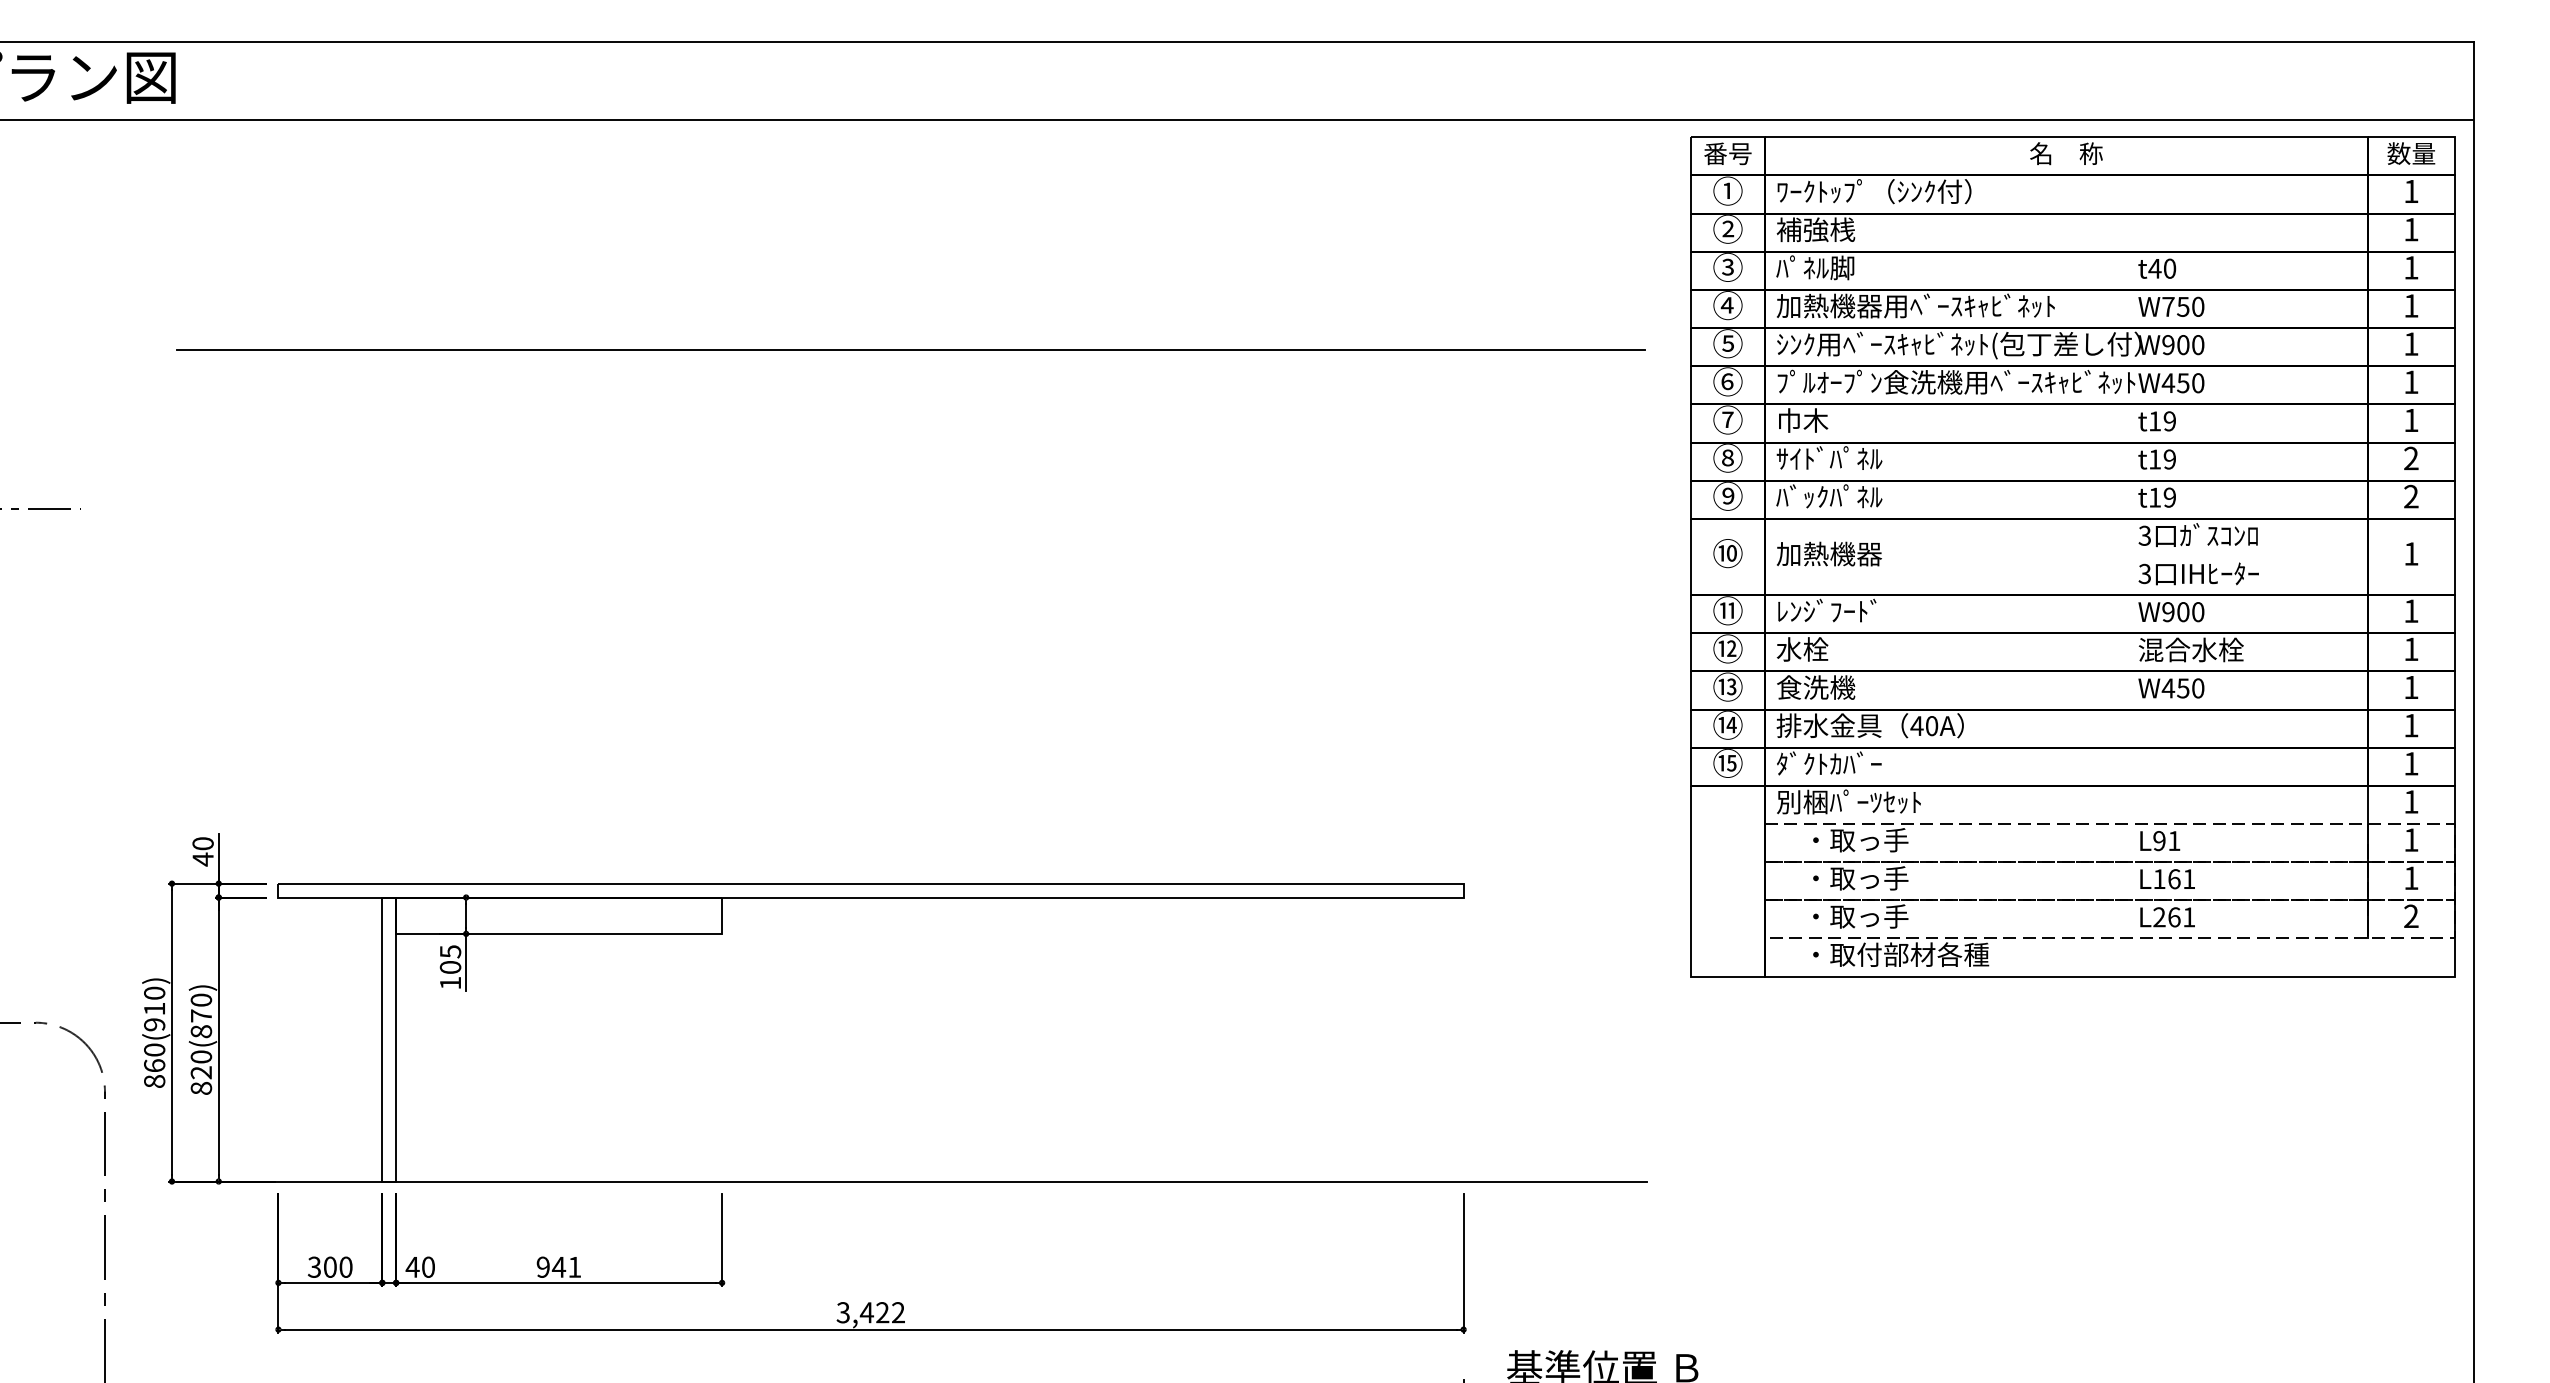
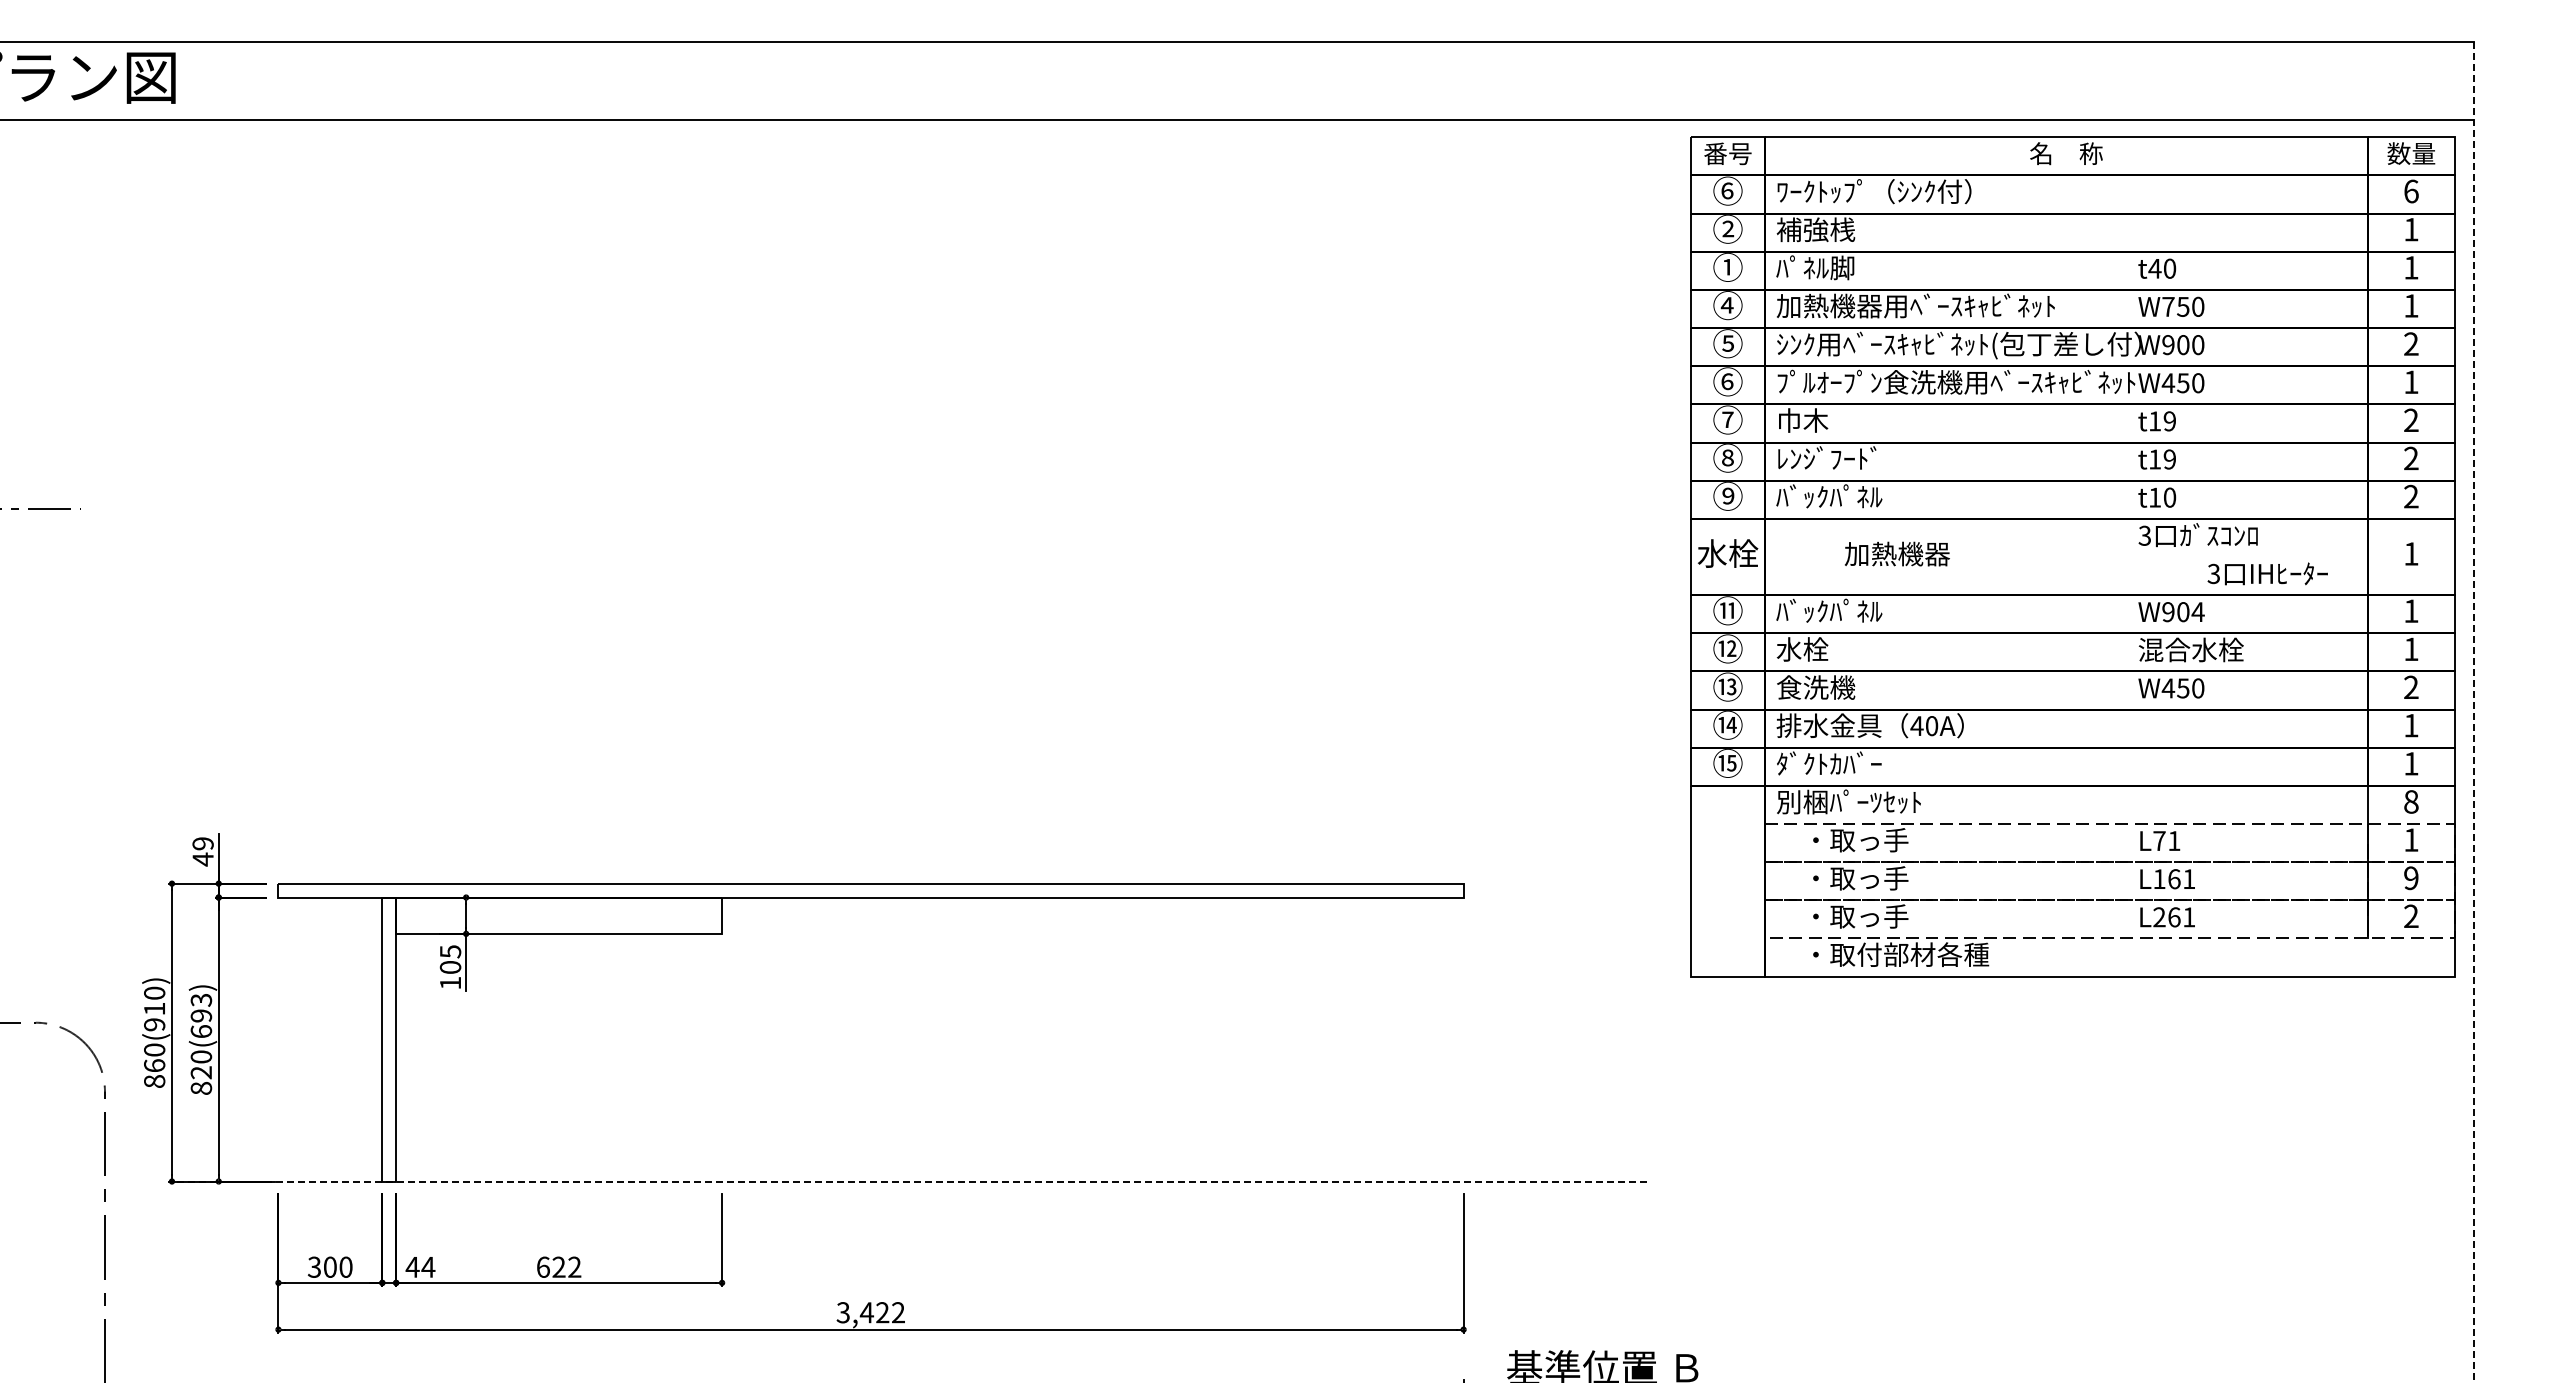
text at (1727, 190): ① -> ⑥
text at (2411, 191): 1 -> 6
text at (1727, 266): ③ -> ①
text at (2411, 343): 1 -> 2
line at (910, 350): present -> none
text at (2411, 419): 1 -> 2
text at (1829, 457): ｻｲﾄﾞﾊﾟﾈﾙ -> ﾚﾝｼﾞﾌｰﾄﾞ
text at (2169, 497): t19 -> t10
text at (1727, 553): ⑩ -> 水栓
text at (1829, 553) position: (1829, 553) -> (1897, 553)
text at (2198, 573) position: (2198, 573) -> (2267, 573)
text at (1829, 610): ﾚﾝｼﾞﾌｰﾄﾞ -> ﾊﾞｯｸﾊﾟﾈﾙ
text at (2197, 612): W900 -> W904
text at (2411, 686): 1 -> 2
line at (2473, 712): solid -> dashed
text at (2411, 801): 1 -> 8
text at (2159, 841): L91 -> L71
text at (202, 843): 40 -> 49
text at (2411, 878): 1 -> 9
text at (201, 1015): 820(870) -> 820(693)
line at (912, 1181): solid -> dashed
text at (428, 1266): 40 -> 44
text at (558, 1266): 941 -> 622
